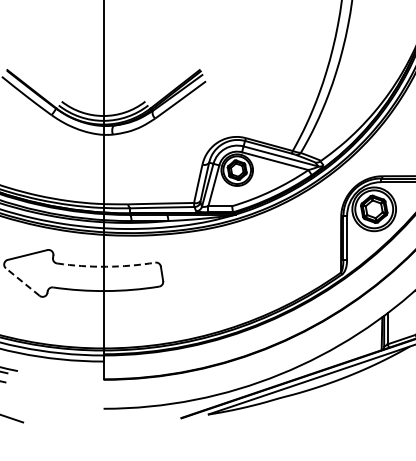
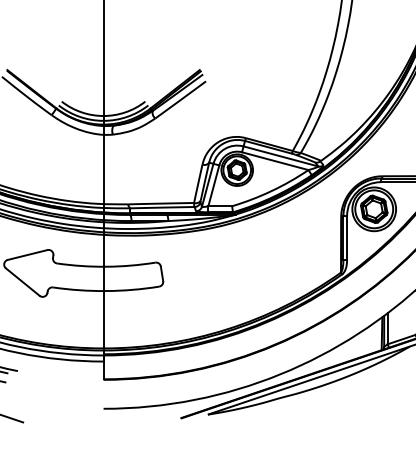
arc at (106, 266): dashed -> solid
line at (22, 282): dashed -> solid
